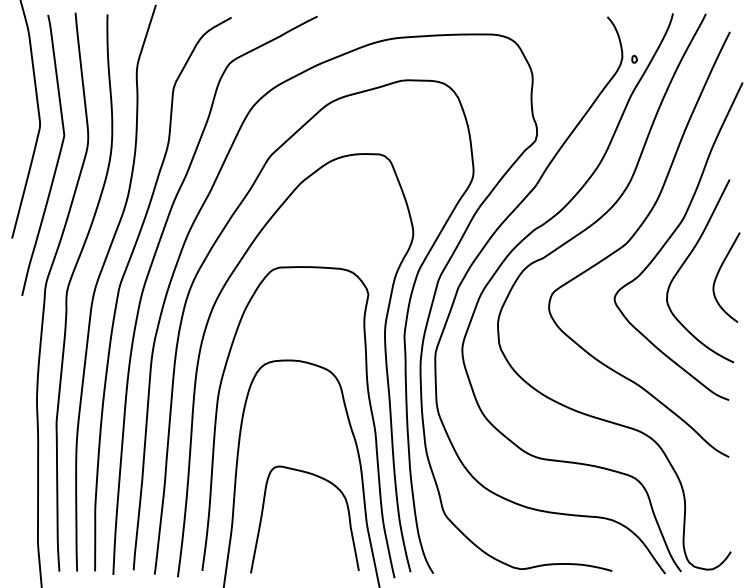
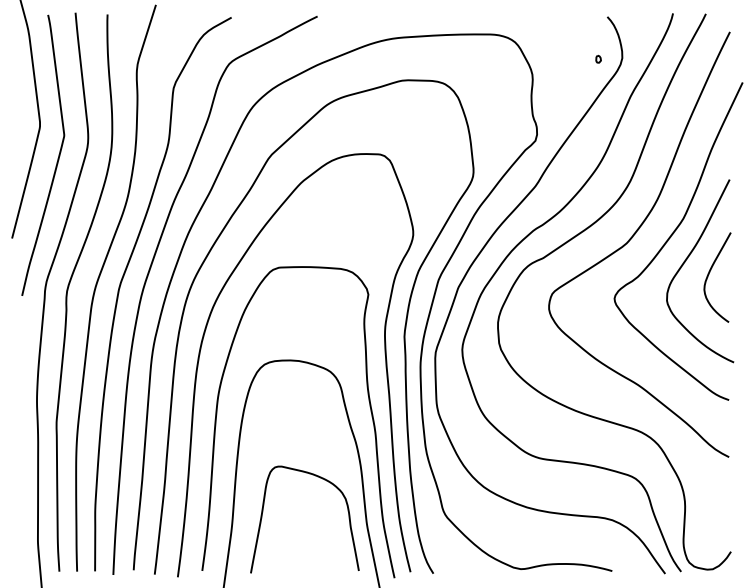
part at (634, 58) position: (634, 58) -> (598, 58)
curve at (718, 274) position: (718, 274) -> (709, 274)
